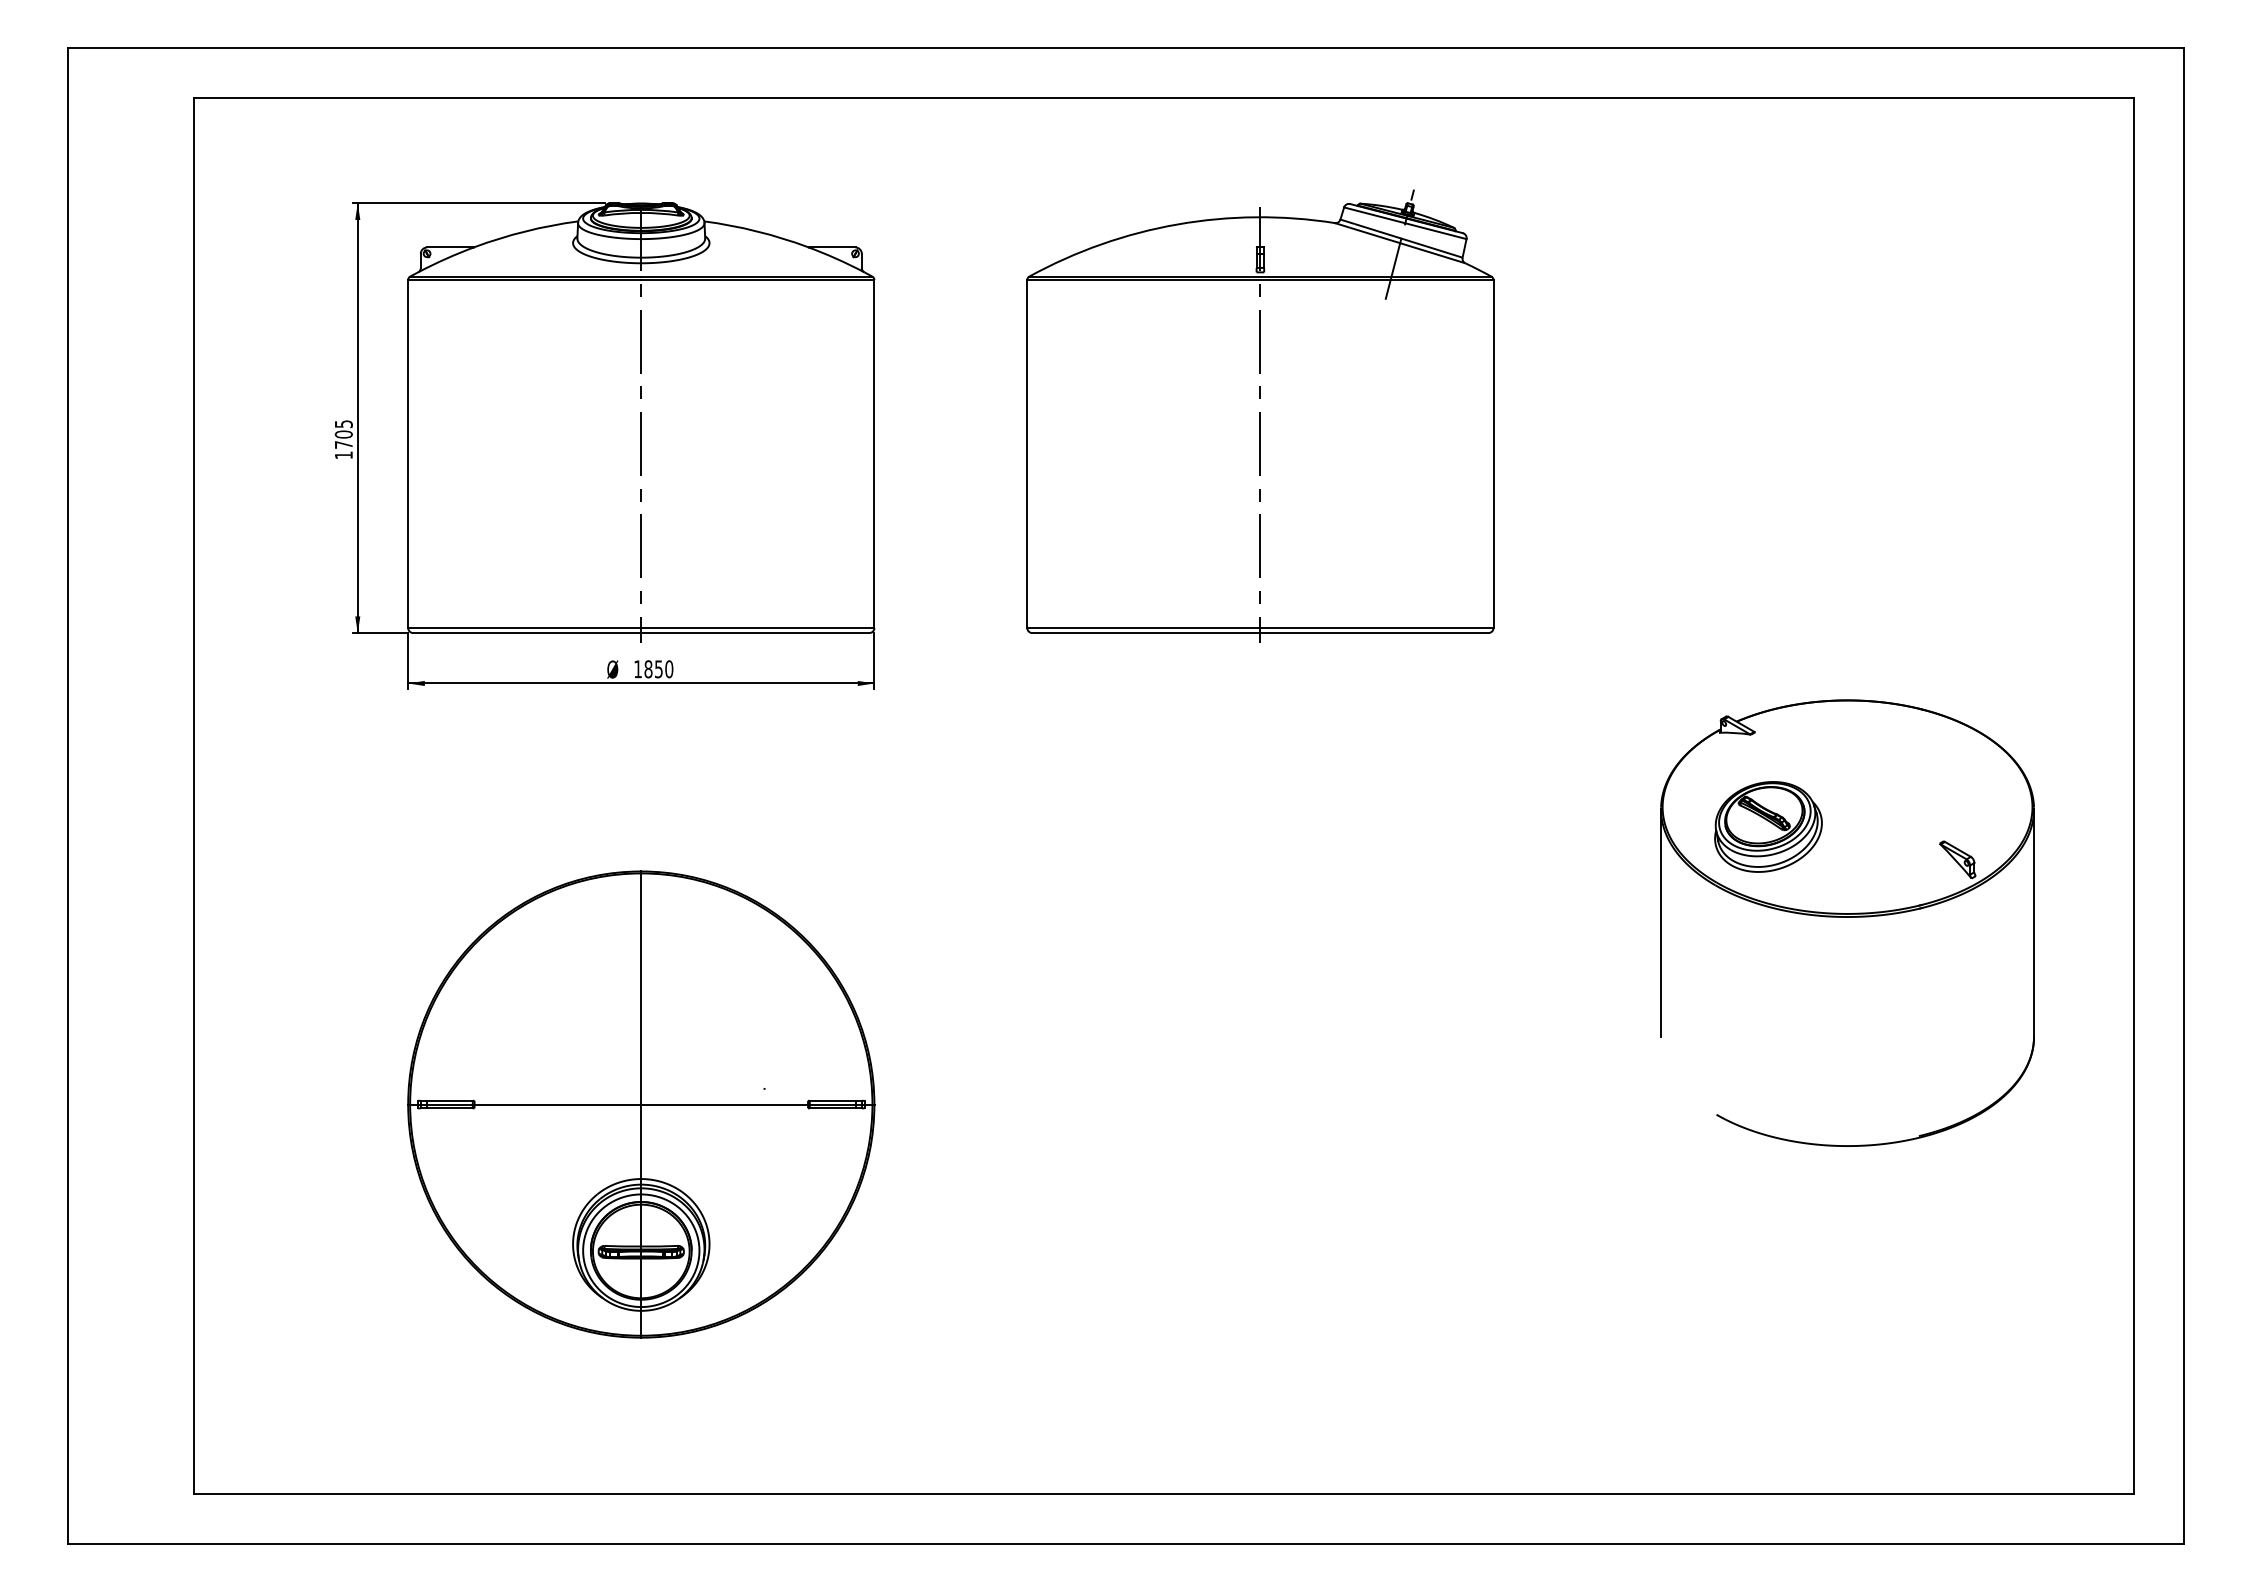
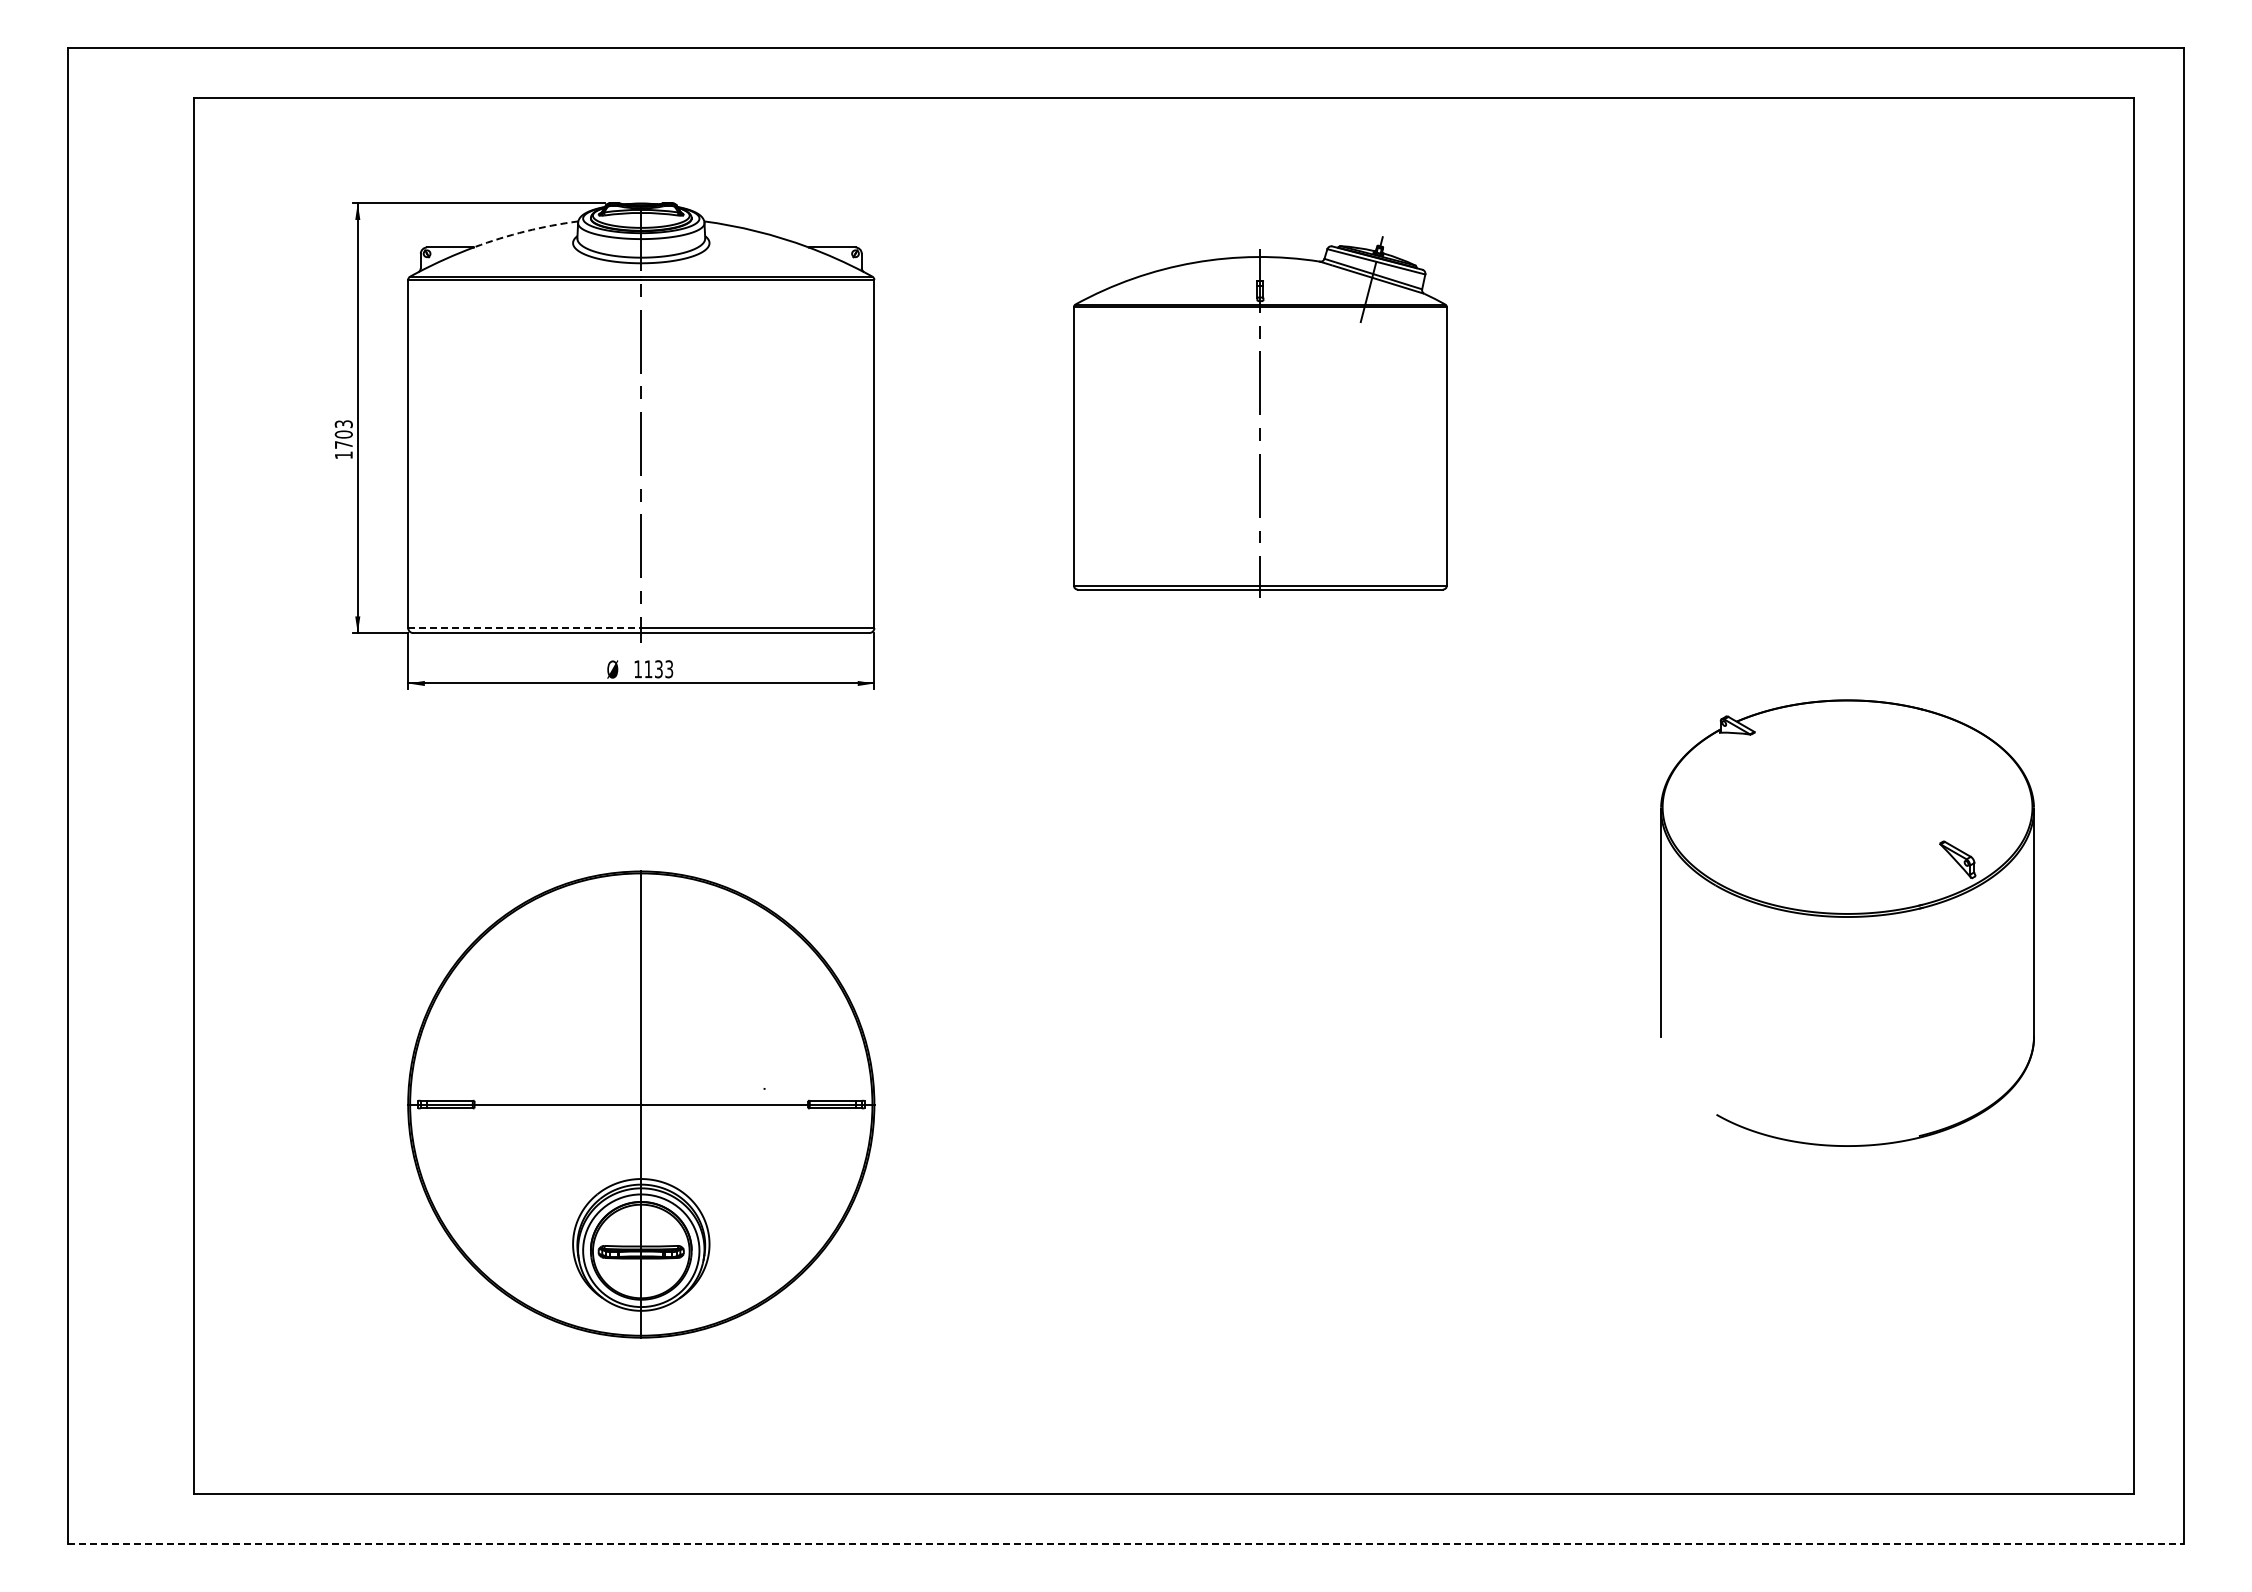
arc at (525, 231): solid -> dashed
part at (1260, 415) size: 469x454 px -> 375x362 px
text at (343, 423): 1705 -> 1703
line at (524, 628): solid -> dashed
text at (658, 669): 1850 -> 1133
part at (1768, 826): present -> none
line at (1126, 1544): solid -> dashed
